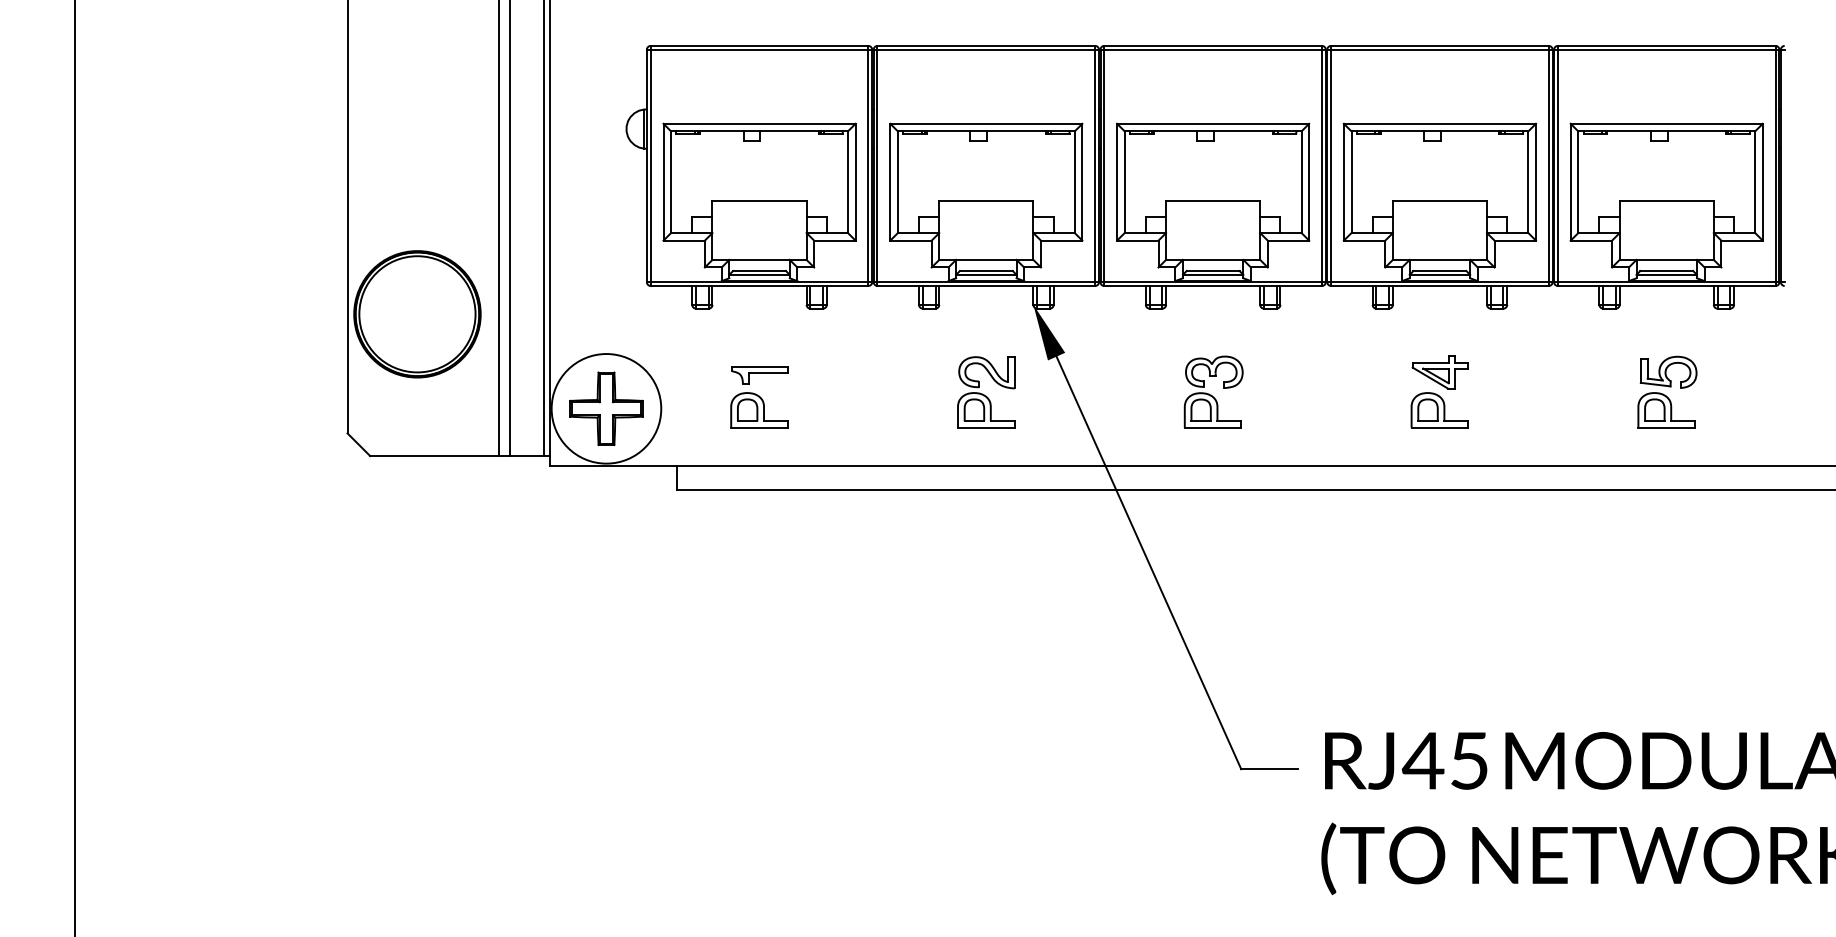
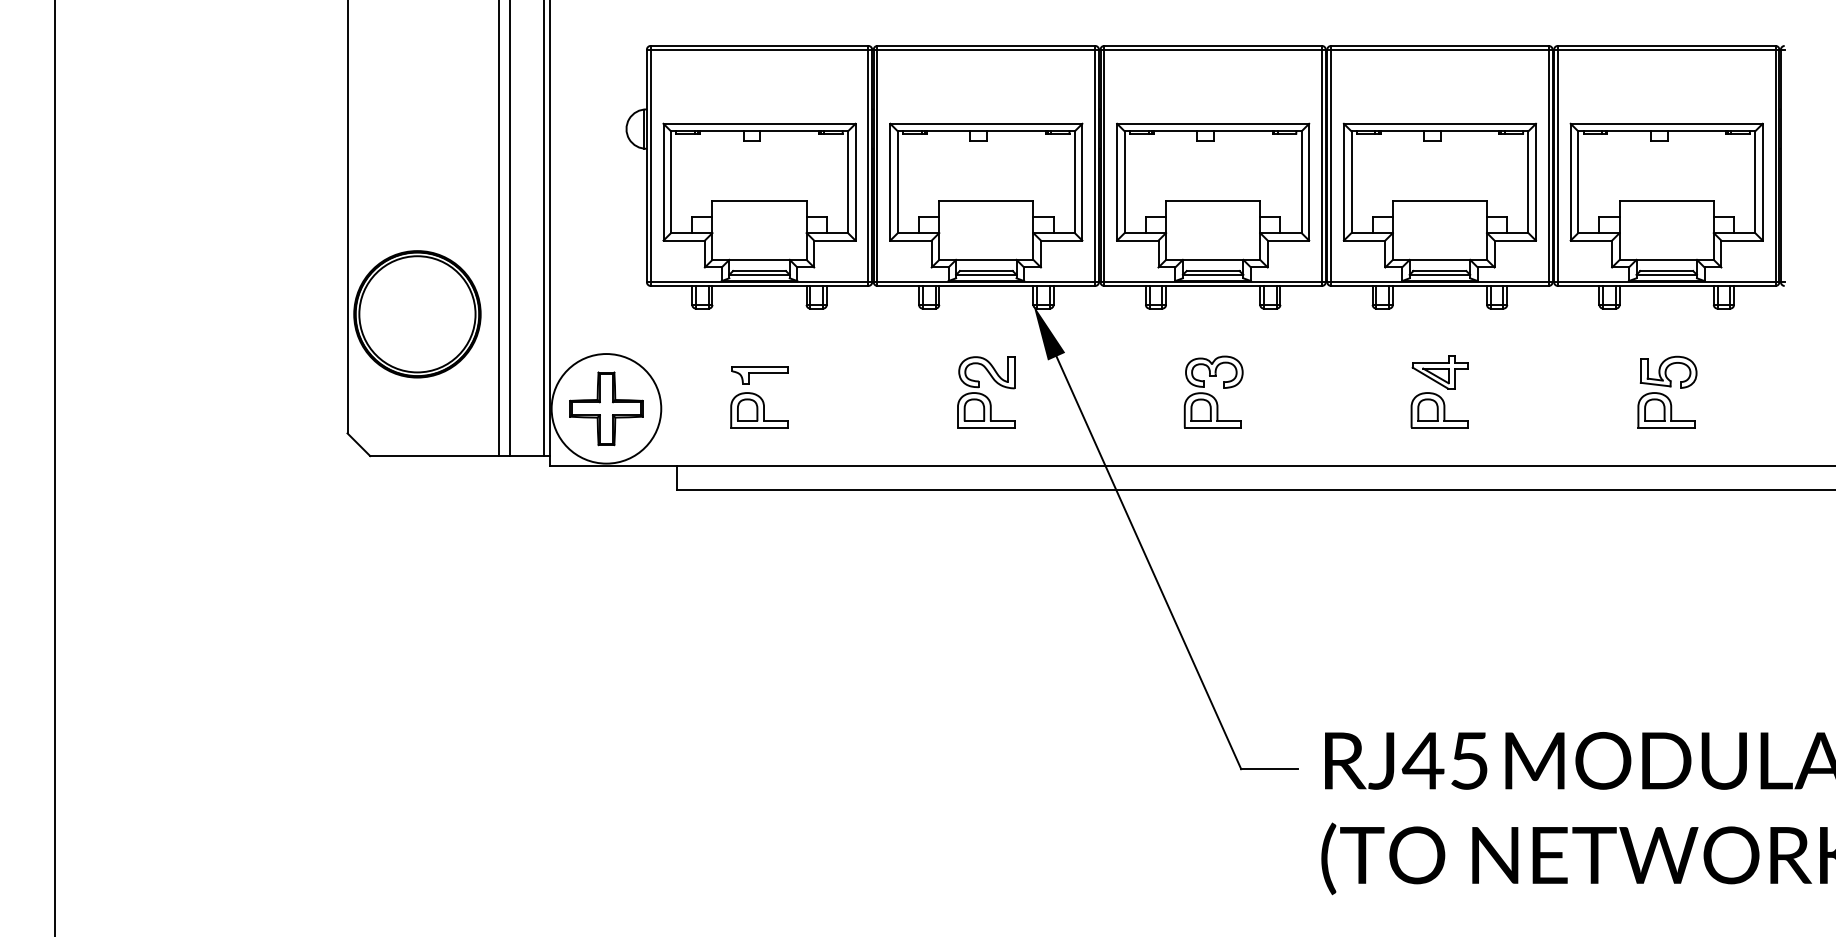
line at (75, 467) position: (75, 467) -> (55, 467)
